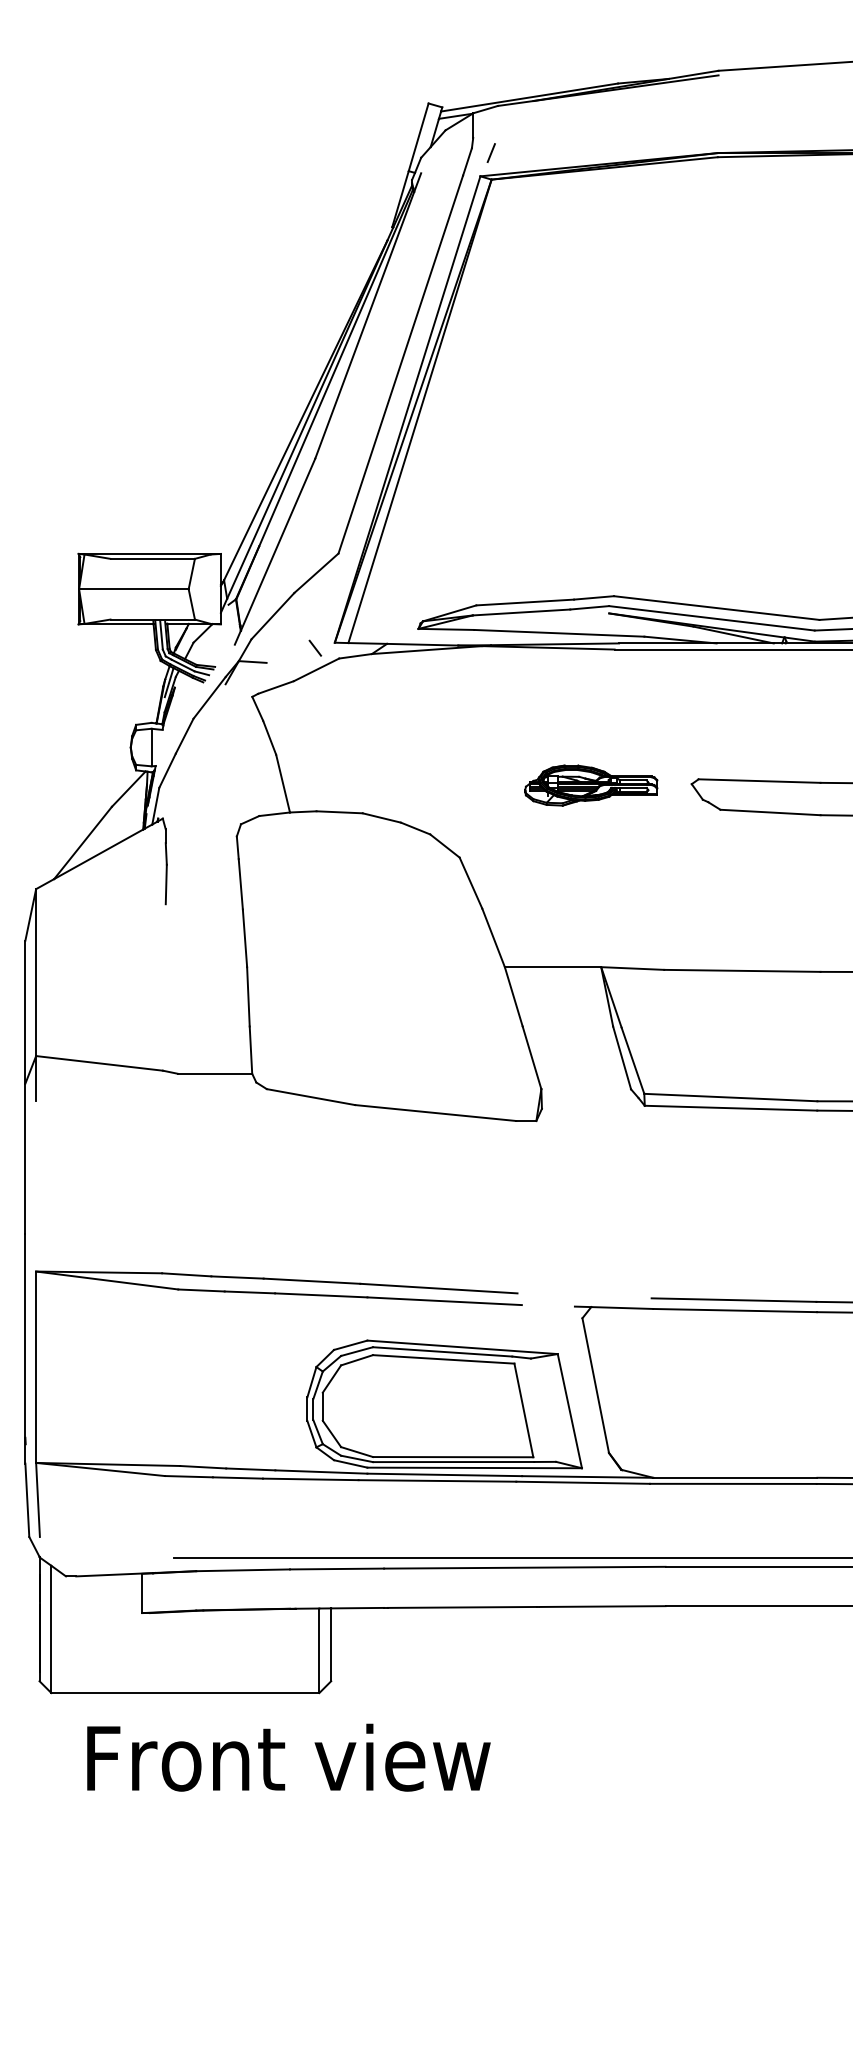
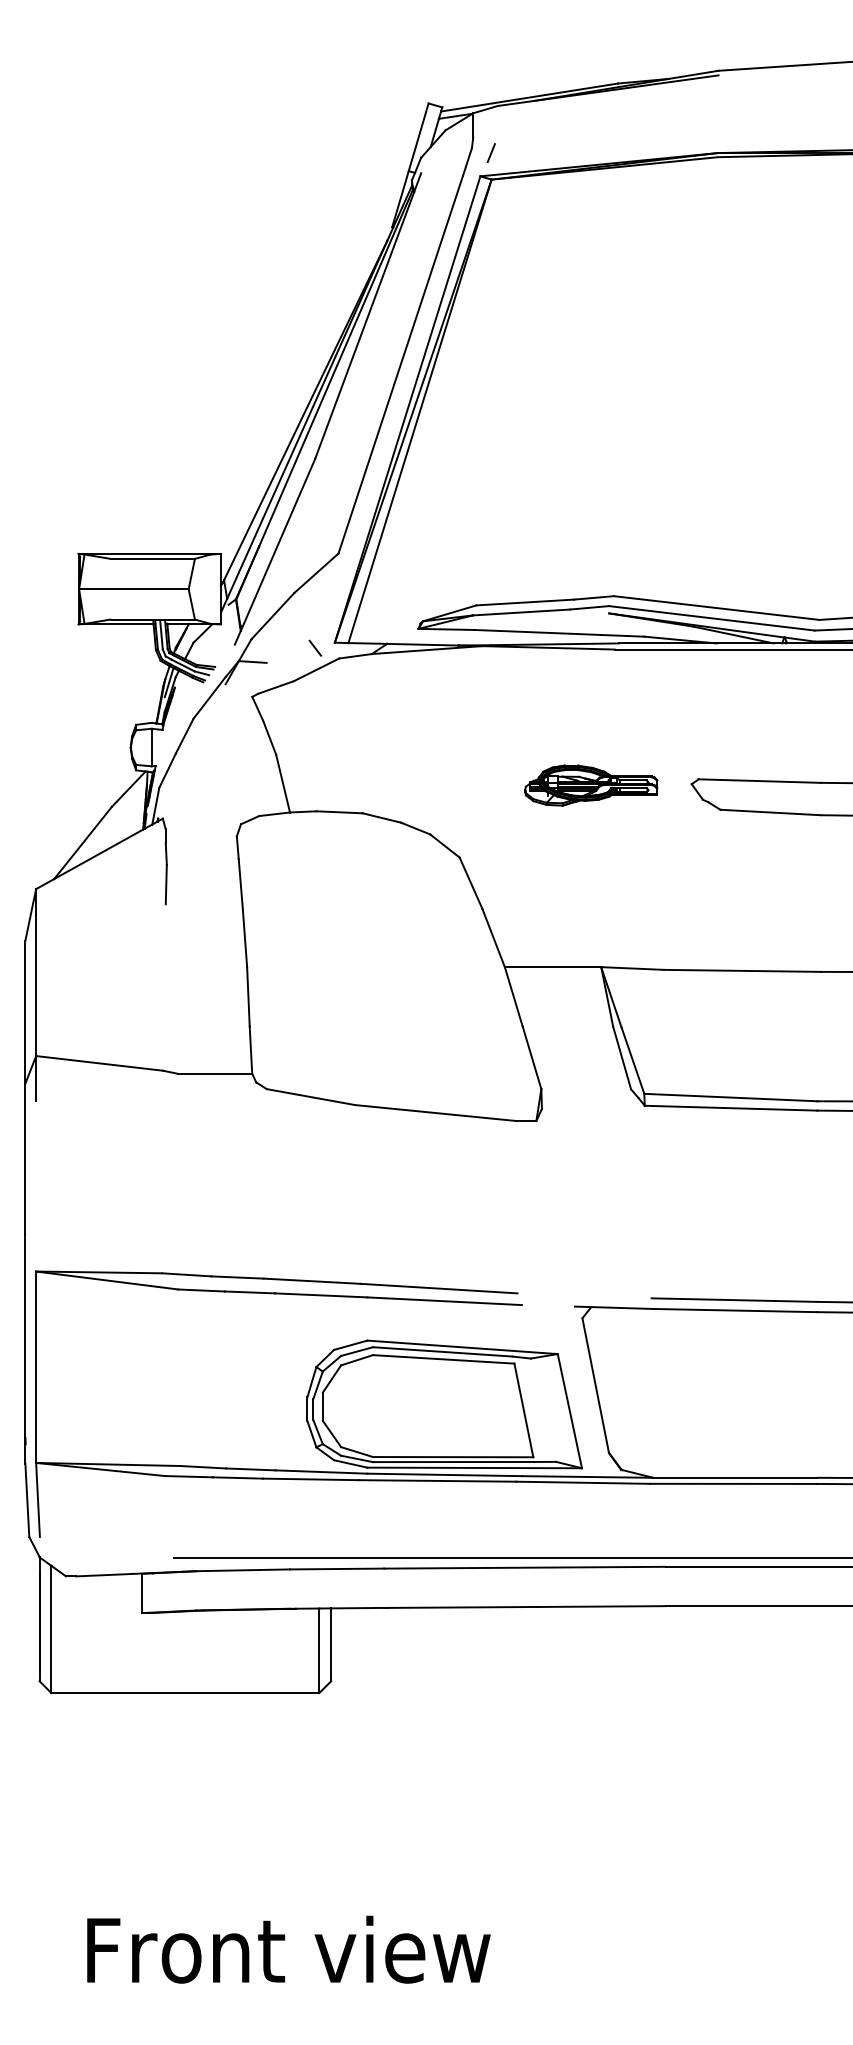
text at (288, 1757) position: (288, 1757) -> (288, 1949)
